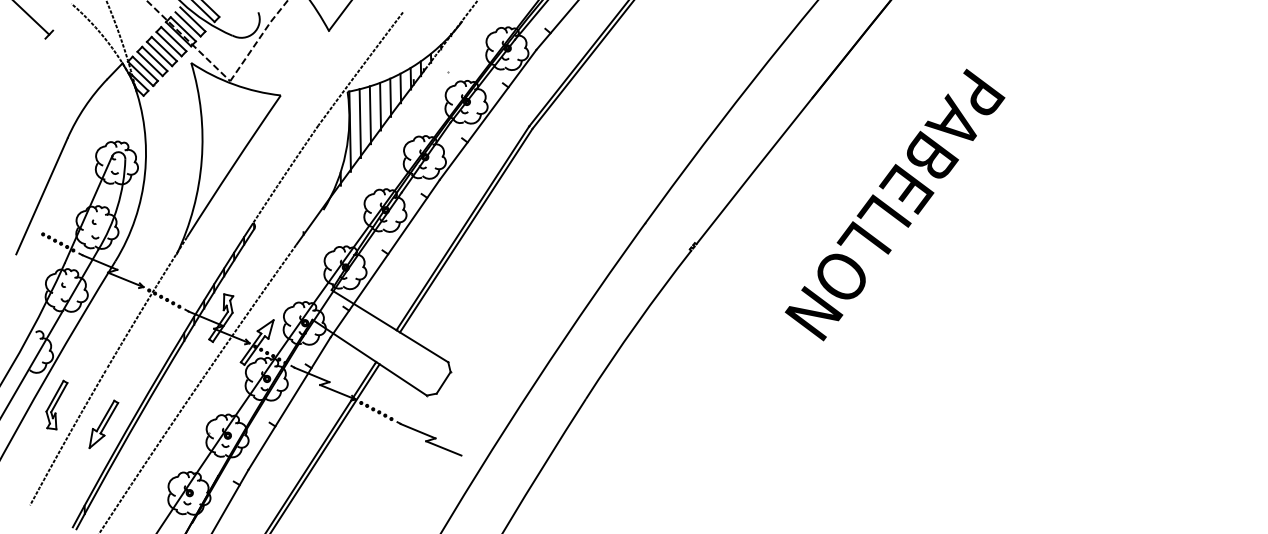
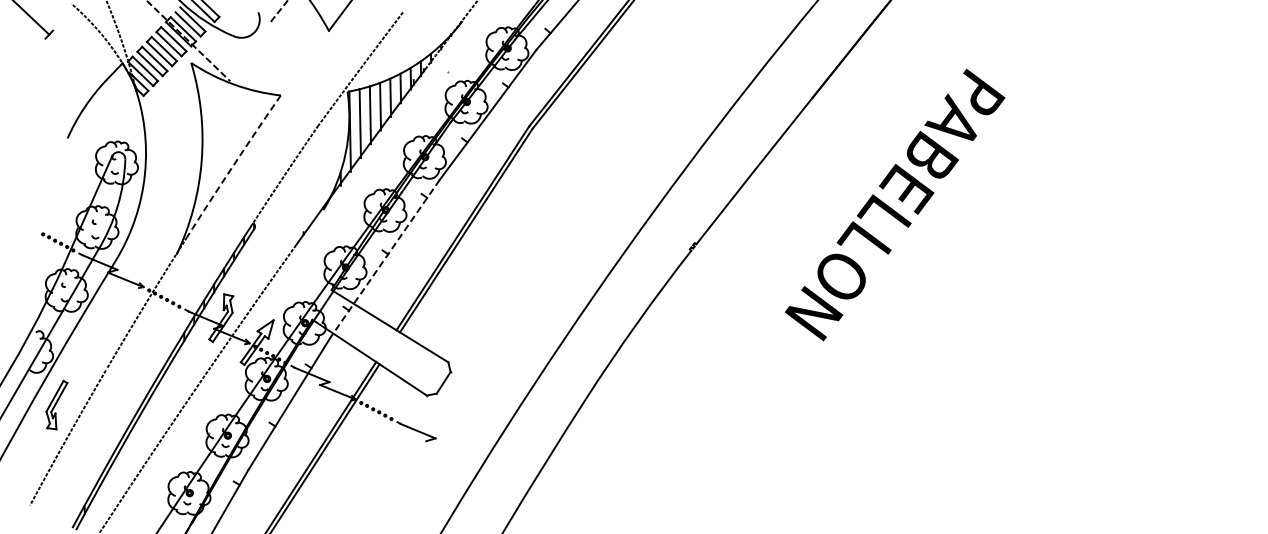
line at (250, 51): present -> none
arc at (233, 165): solid -> dashed
line at (41, 196): present -> none
line at (385, 258): solid -> dashed
part at (103, 424): present -> none
line at (443, 448): present -> none
